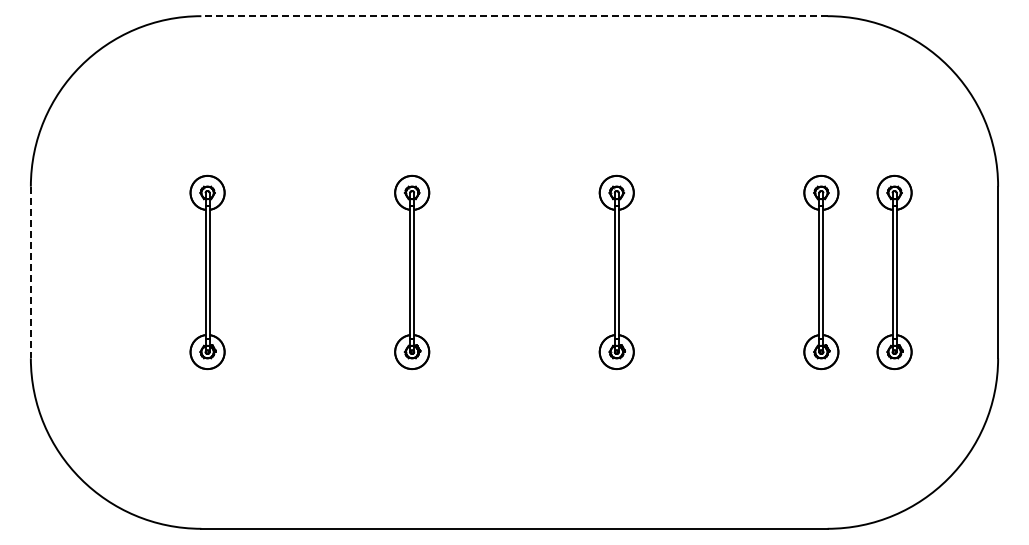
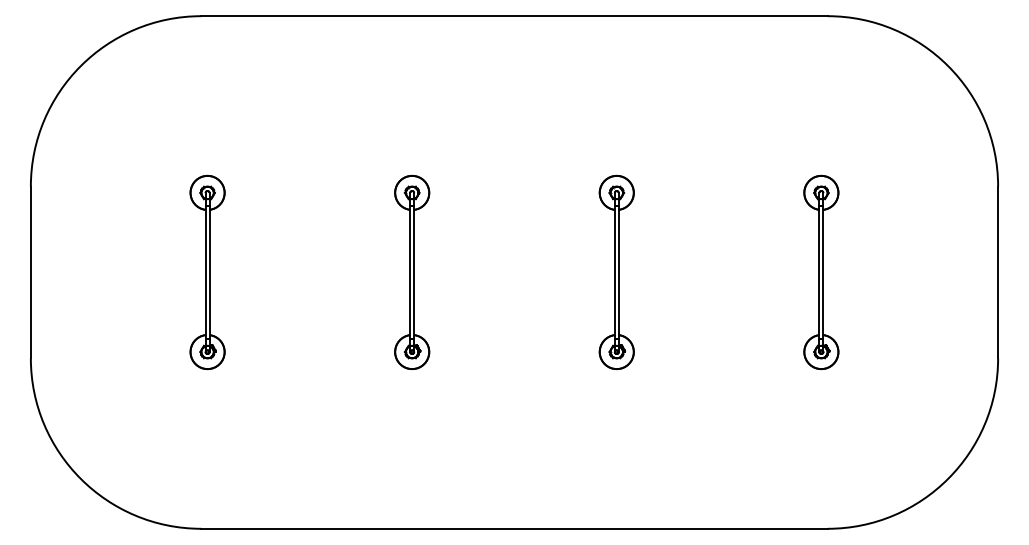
line at (514, 16): dashed -> solid
part at (894, 271): present -> none
line at (30, 272): dashed -> solid
